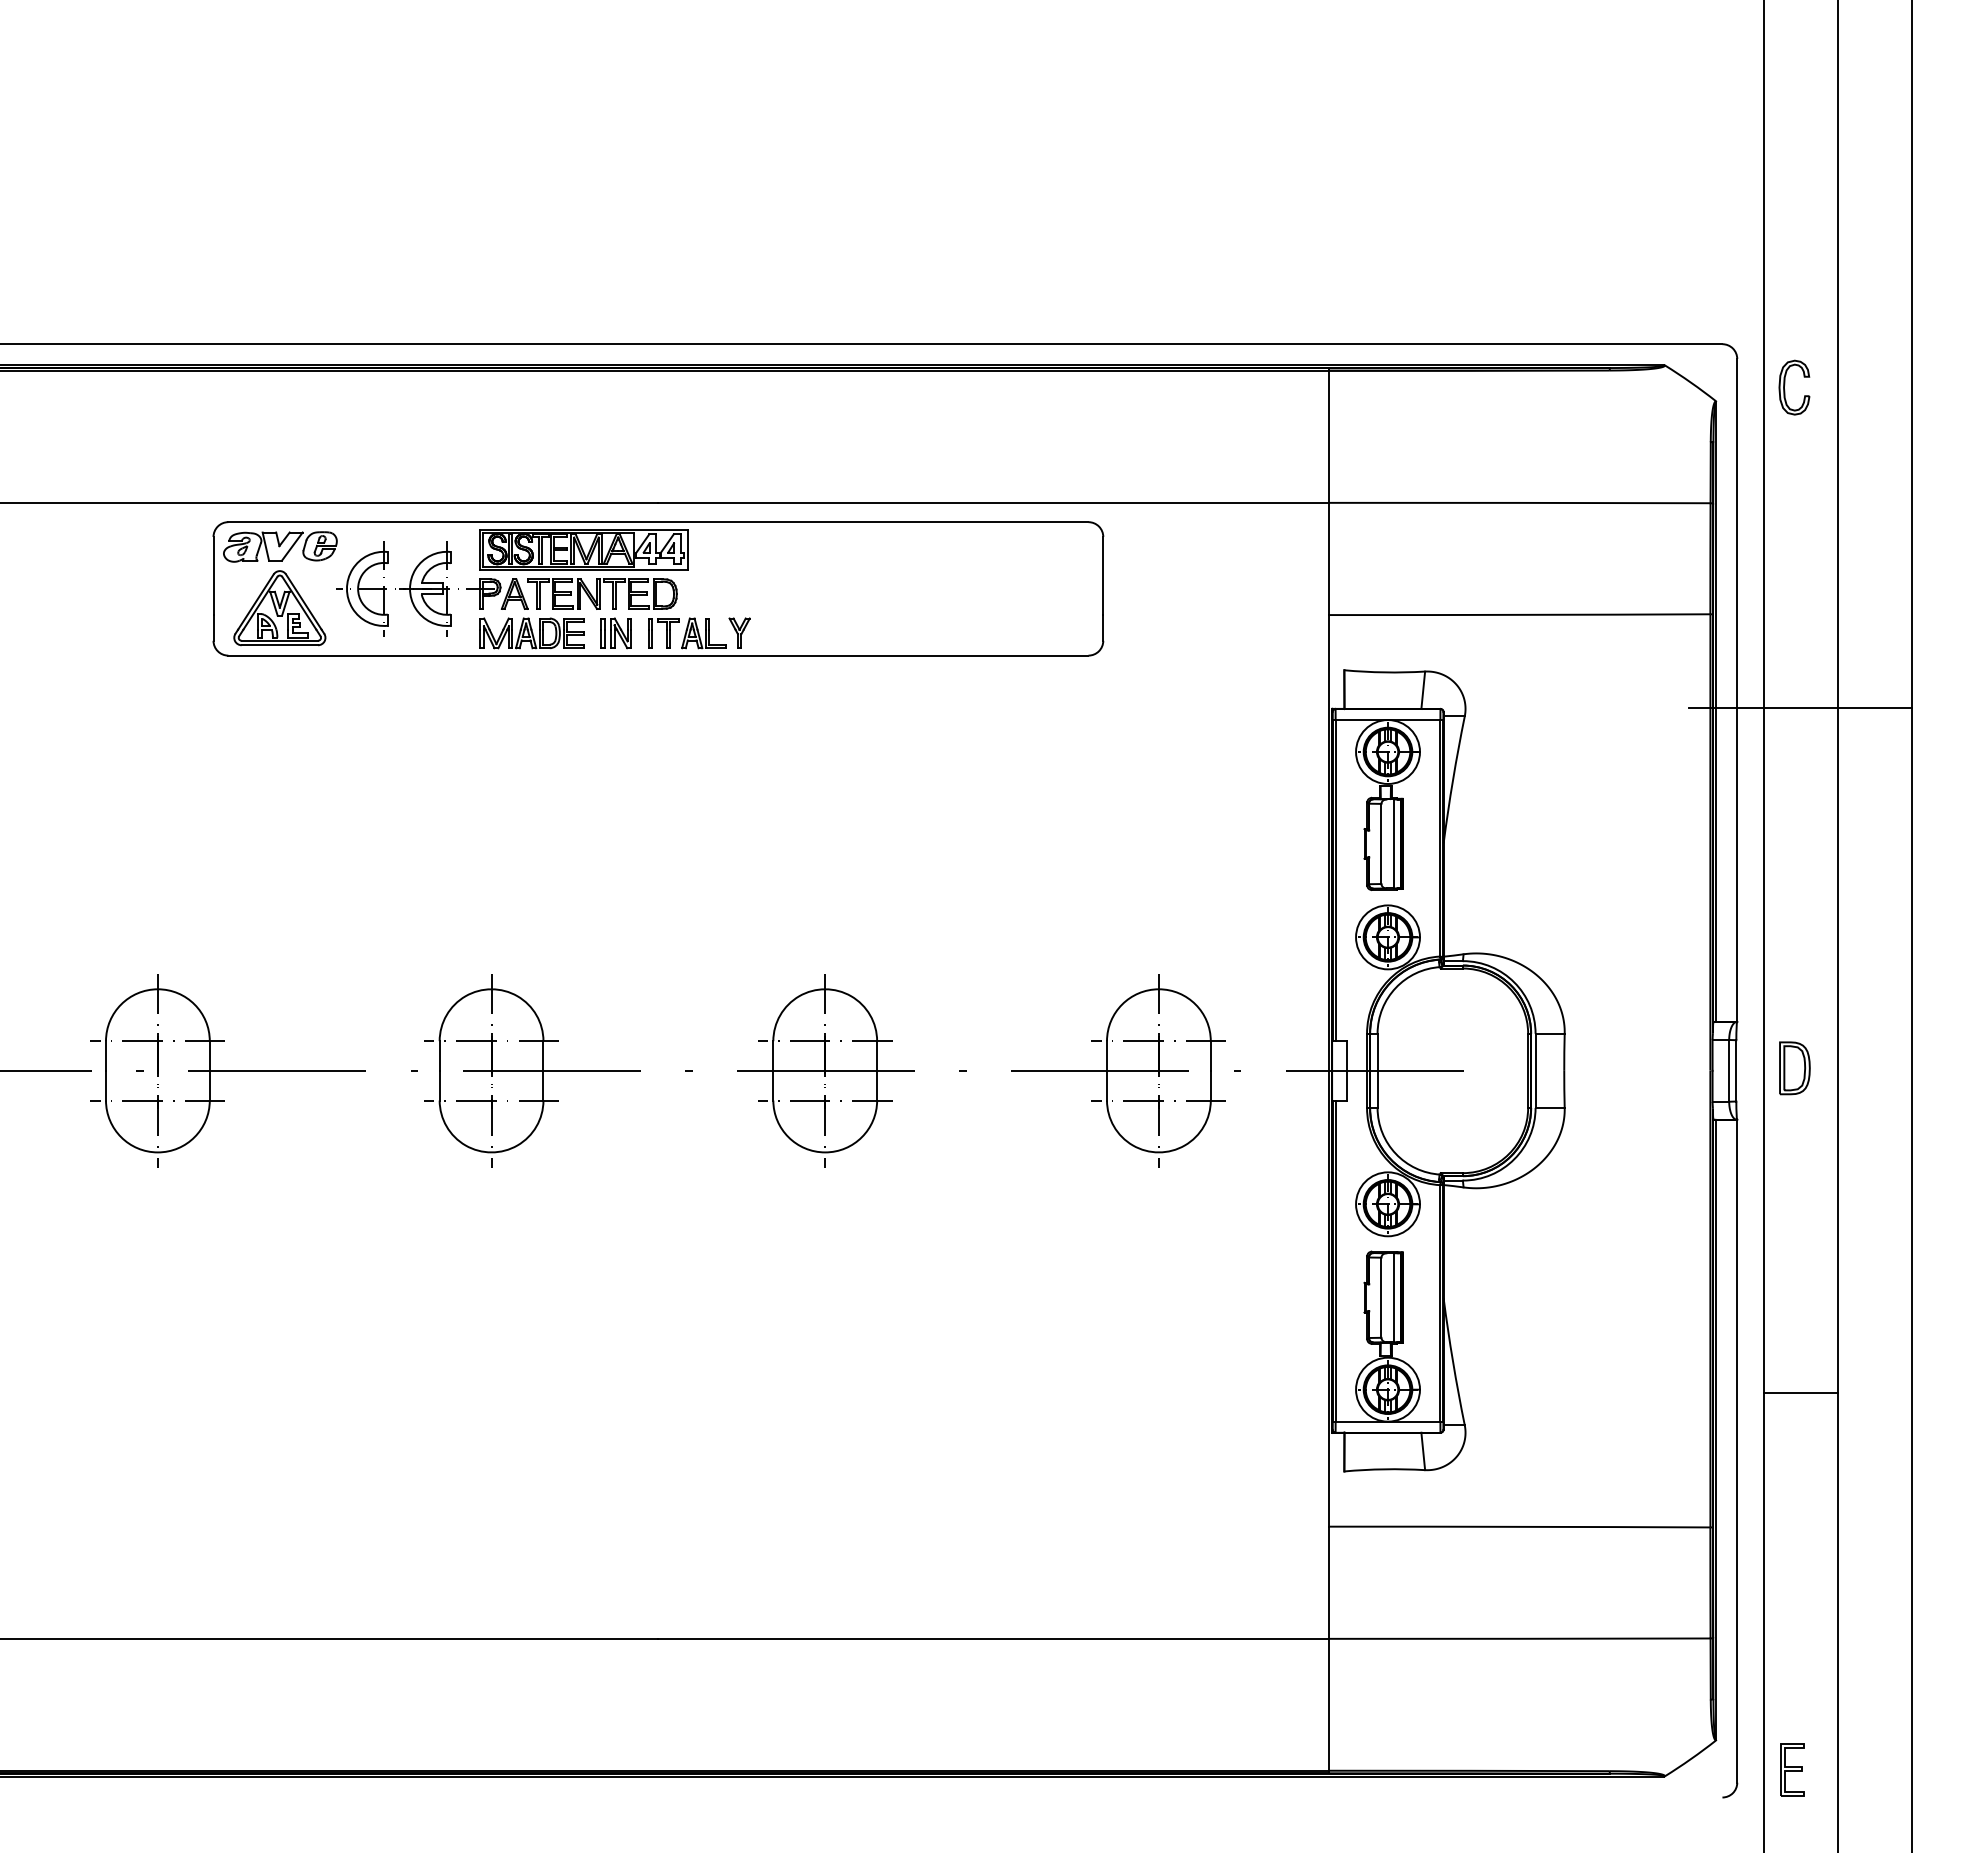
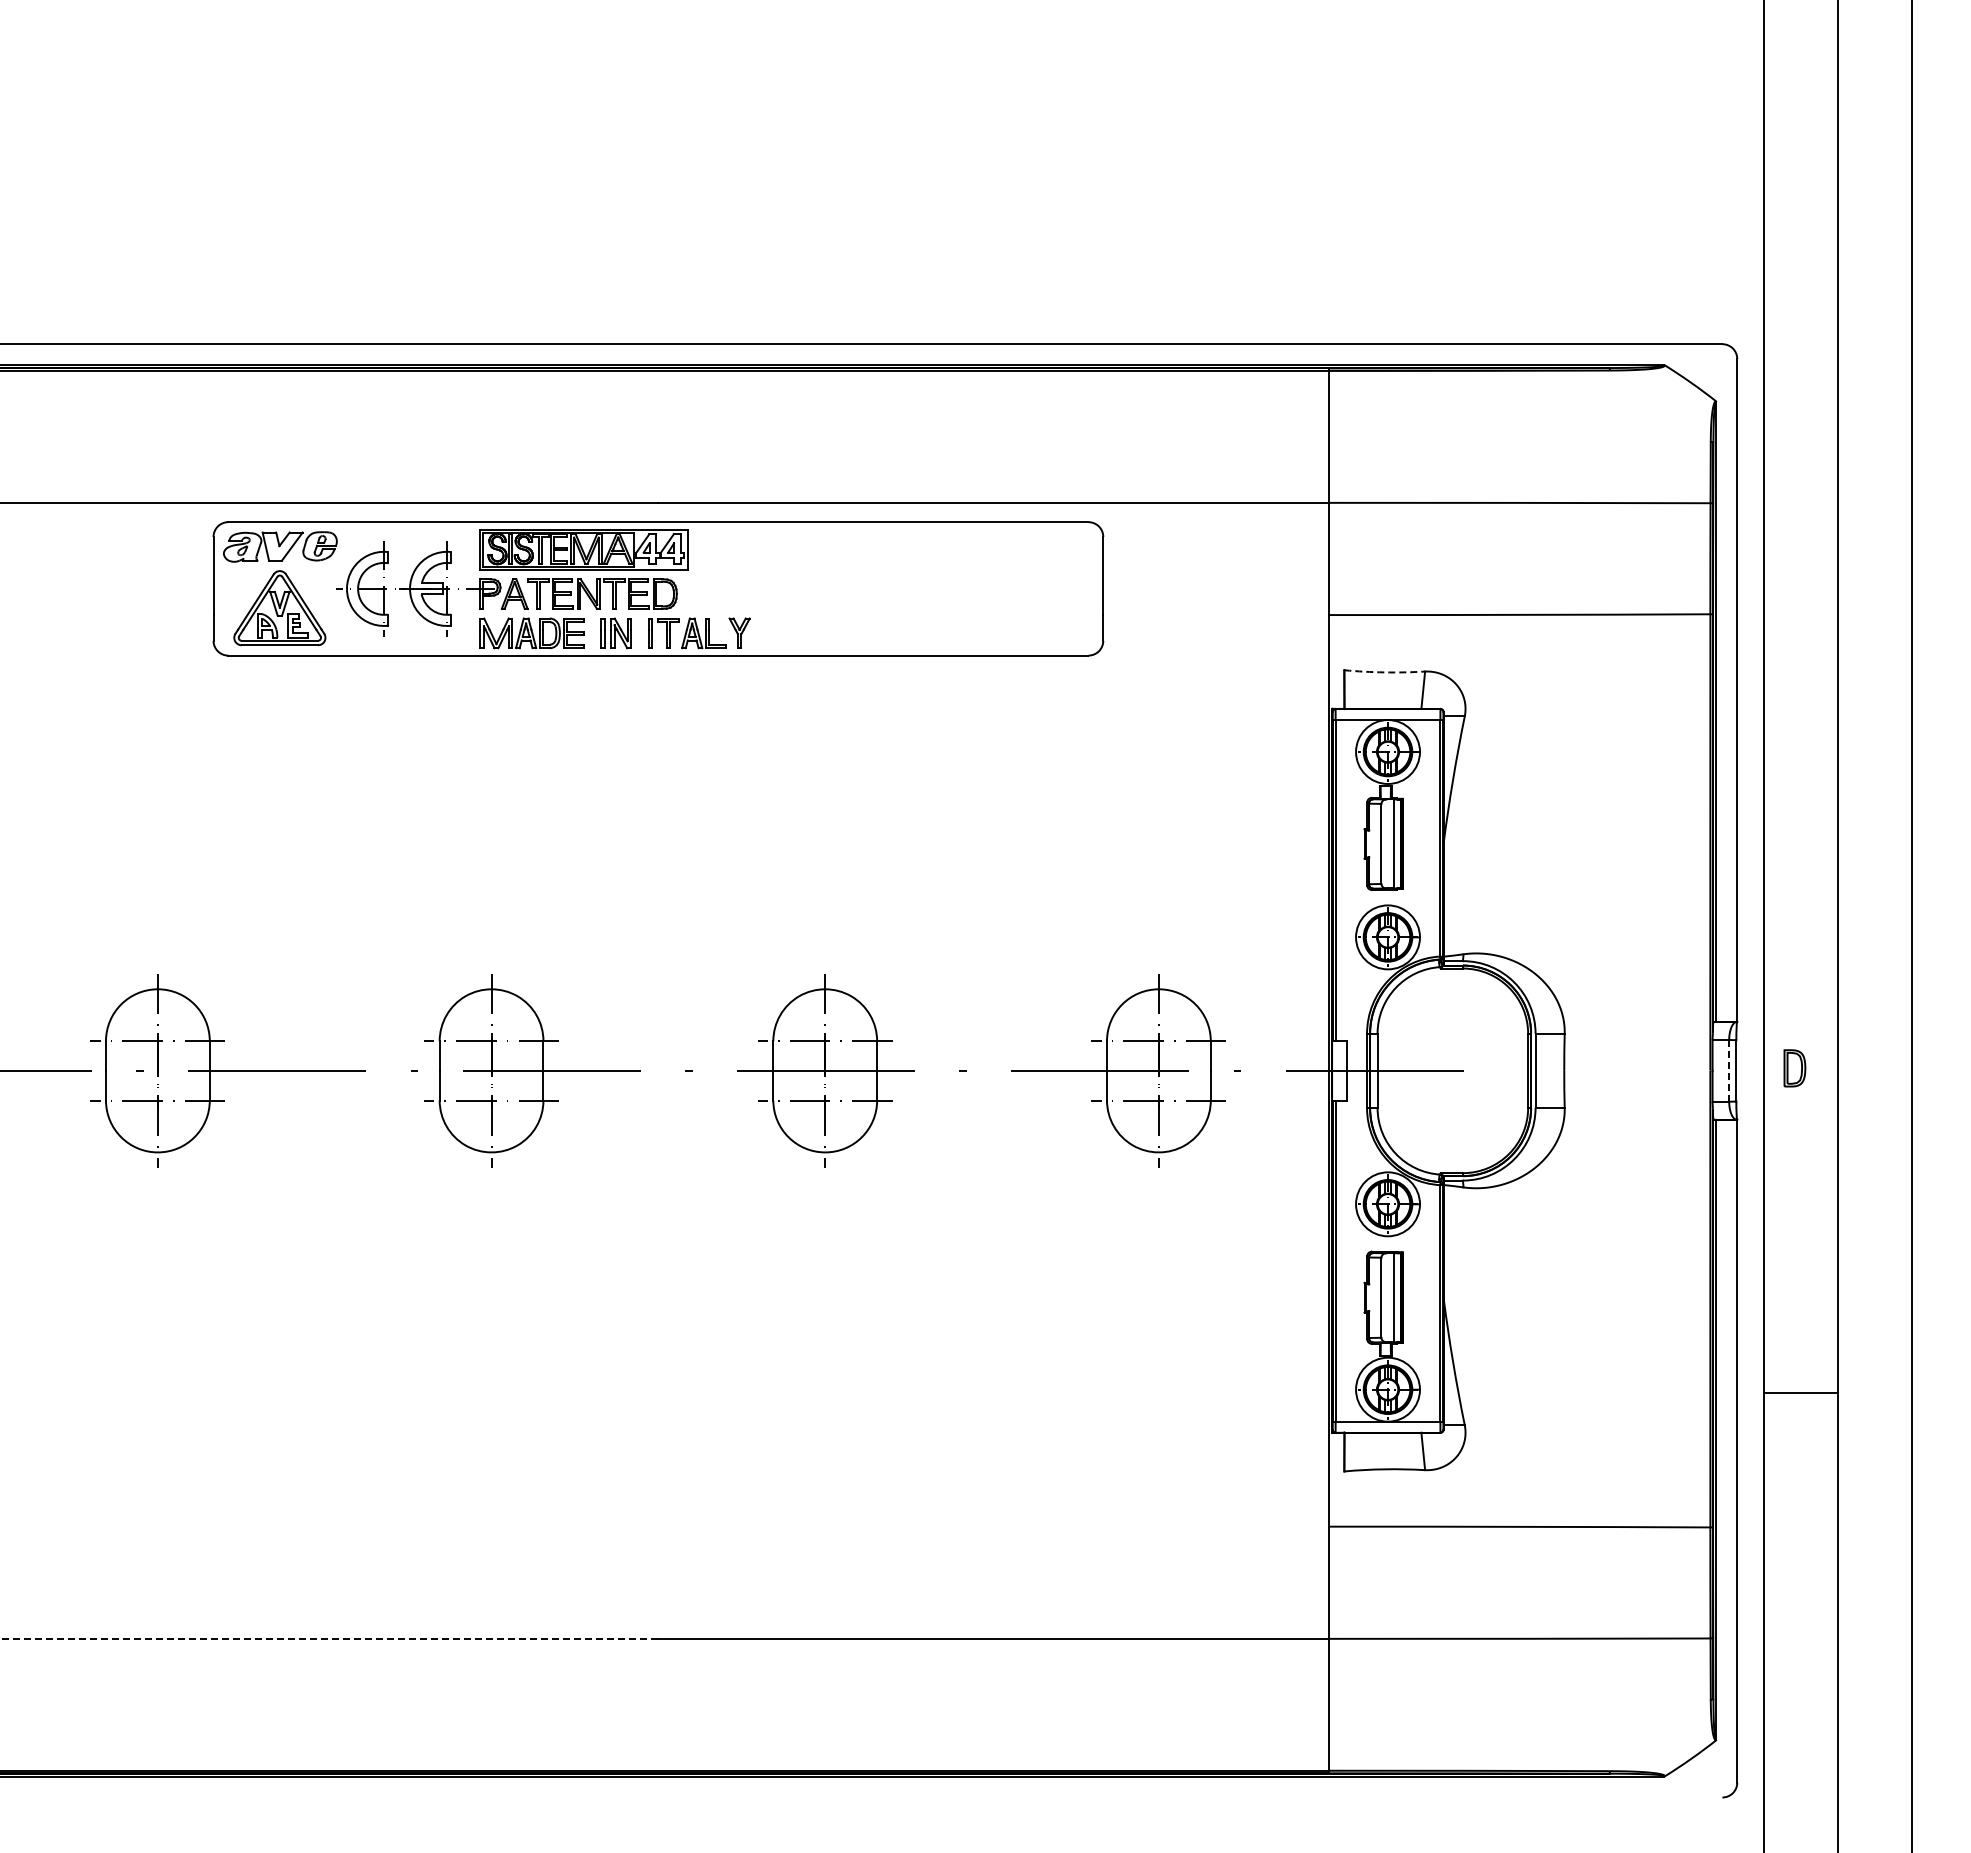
part at (1785, 385): present -> none
arc at (1384, 672): solid -> dashed
line at (1800, 708): present -> none
part at (1794, 1068) size: 32x55 px -> 24x39 px
line at (1729, 1070): solid -> dashed
line at (328, 1638): solid -> dashed
part at (1792, 1769): present -> none
